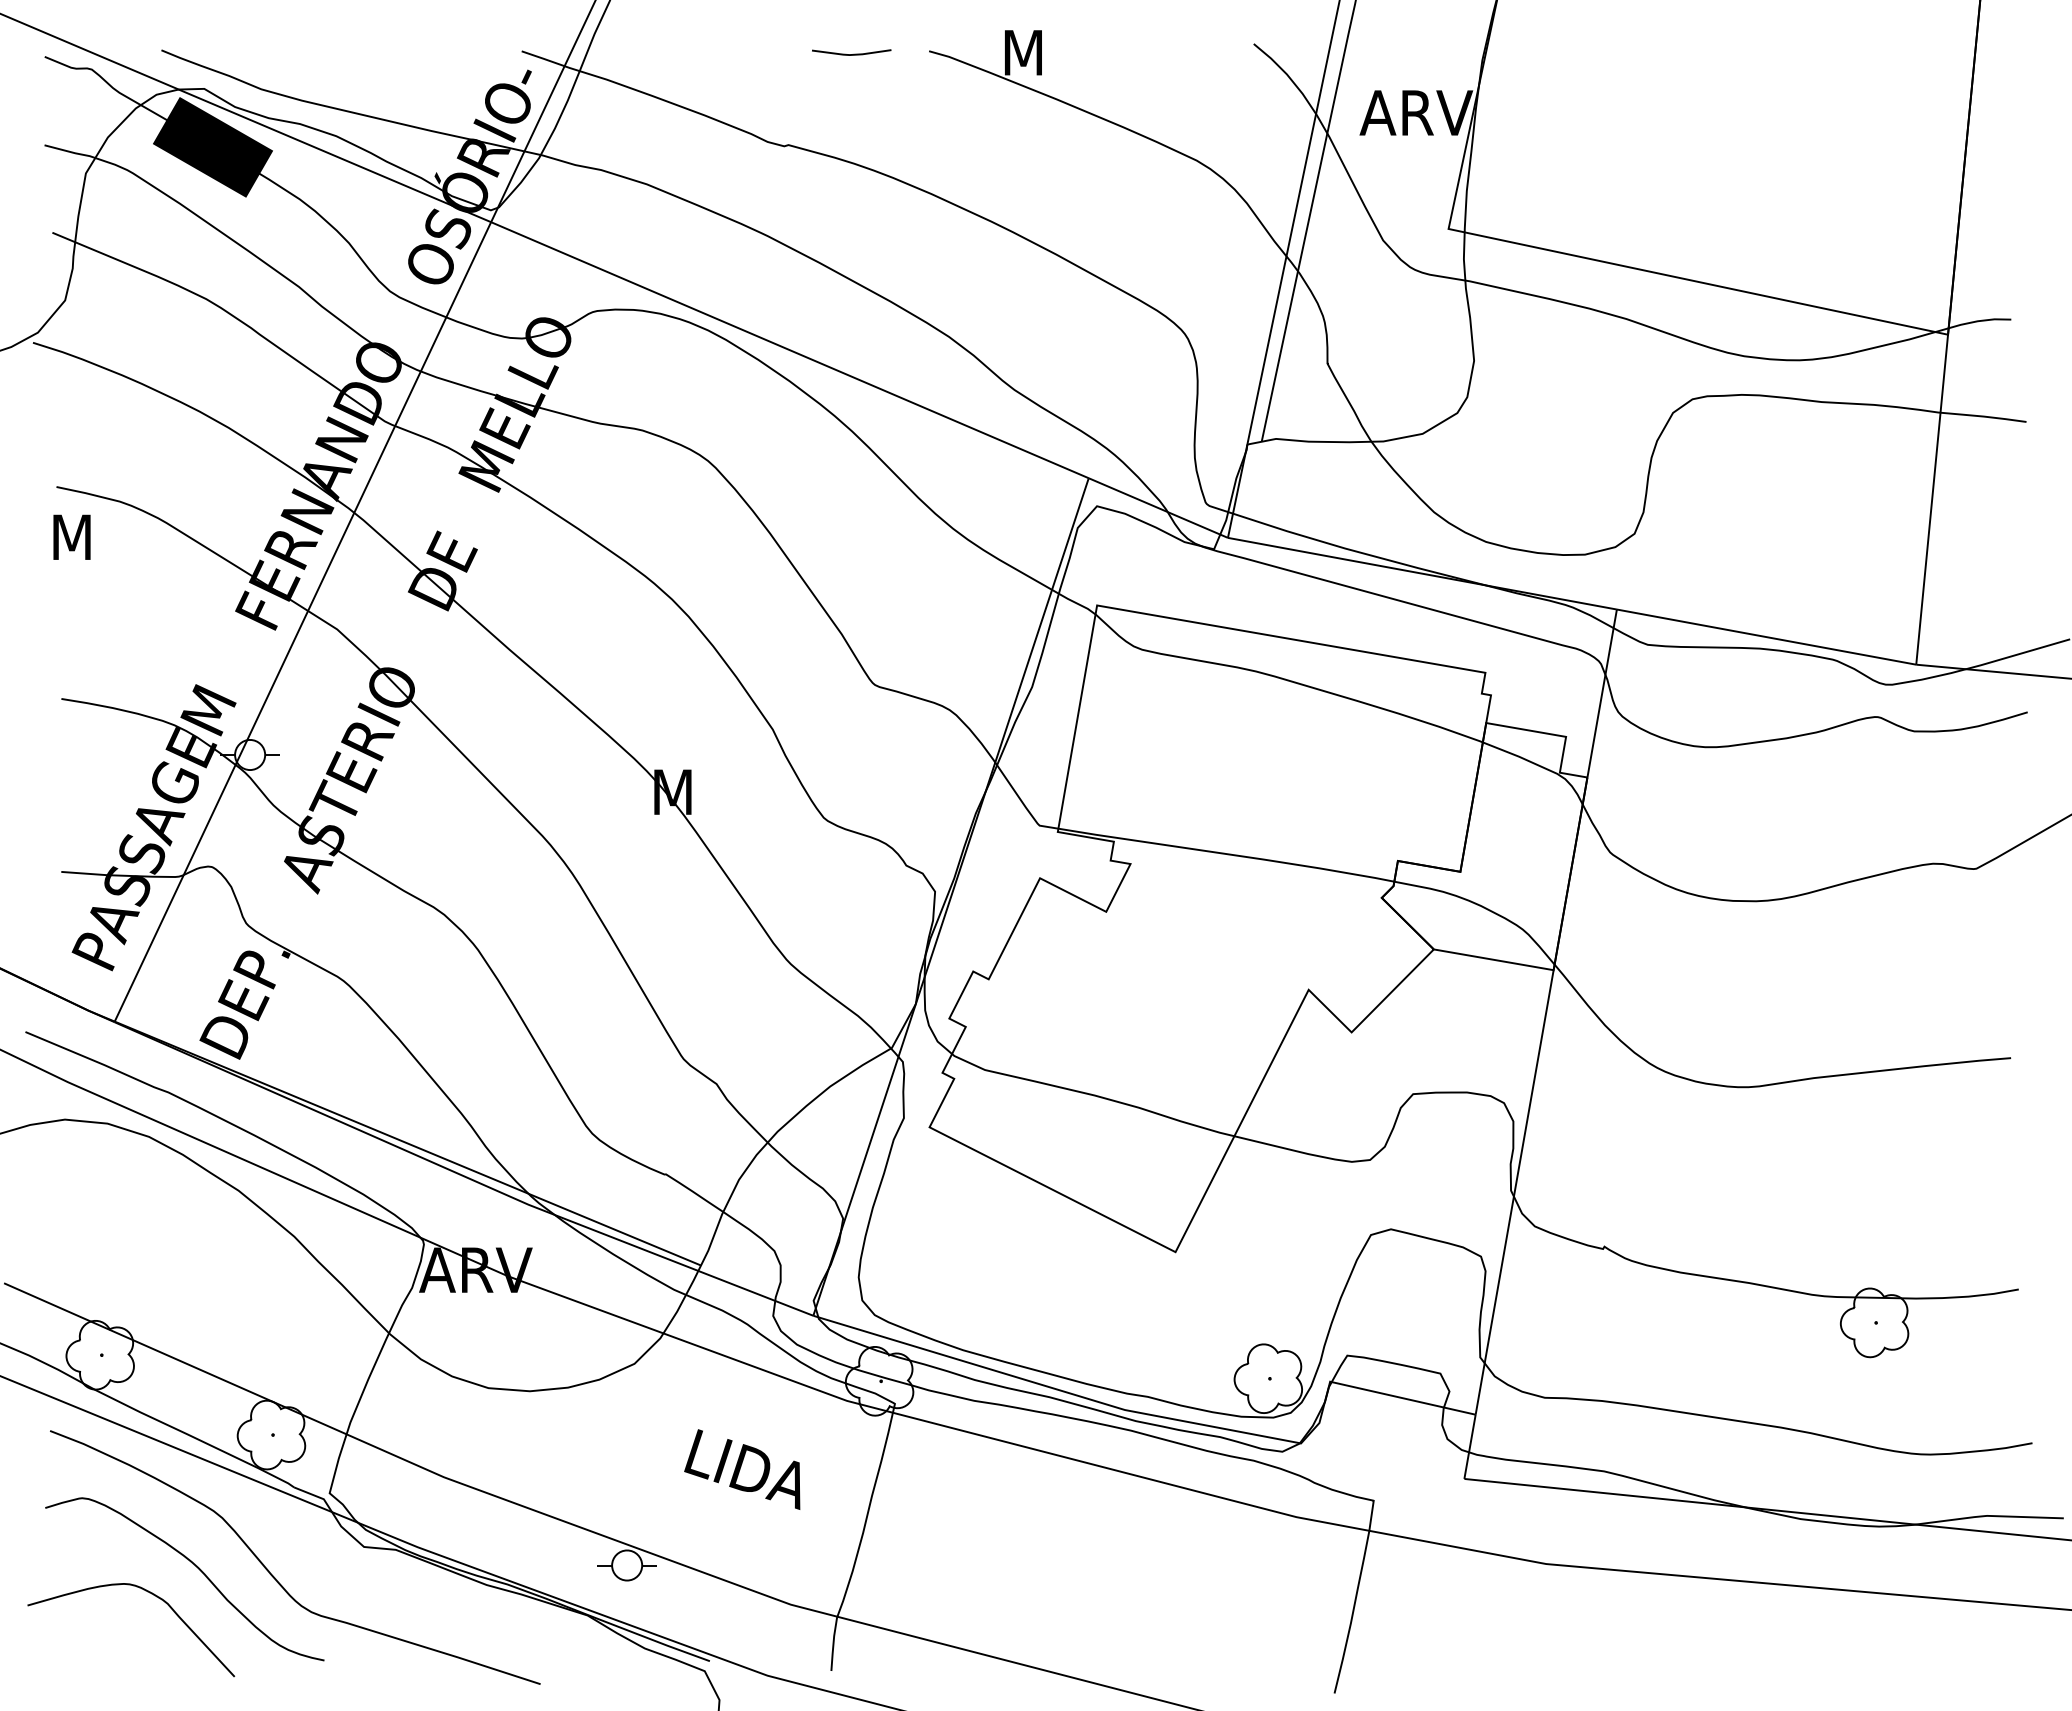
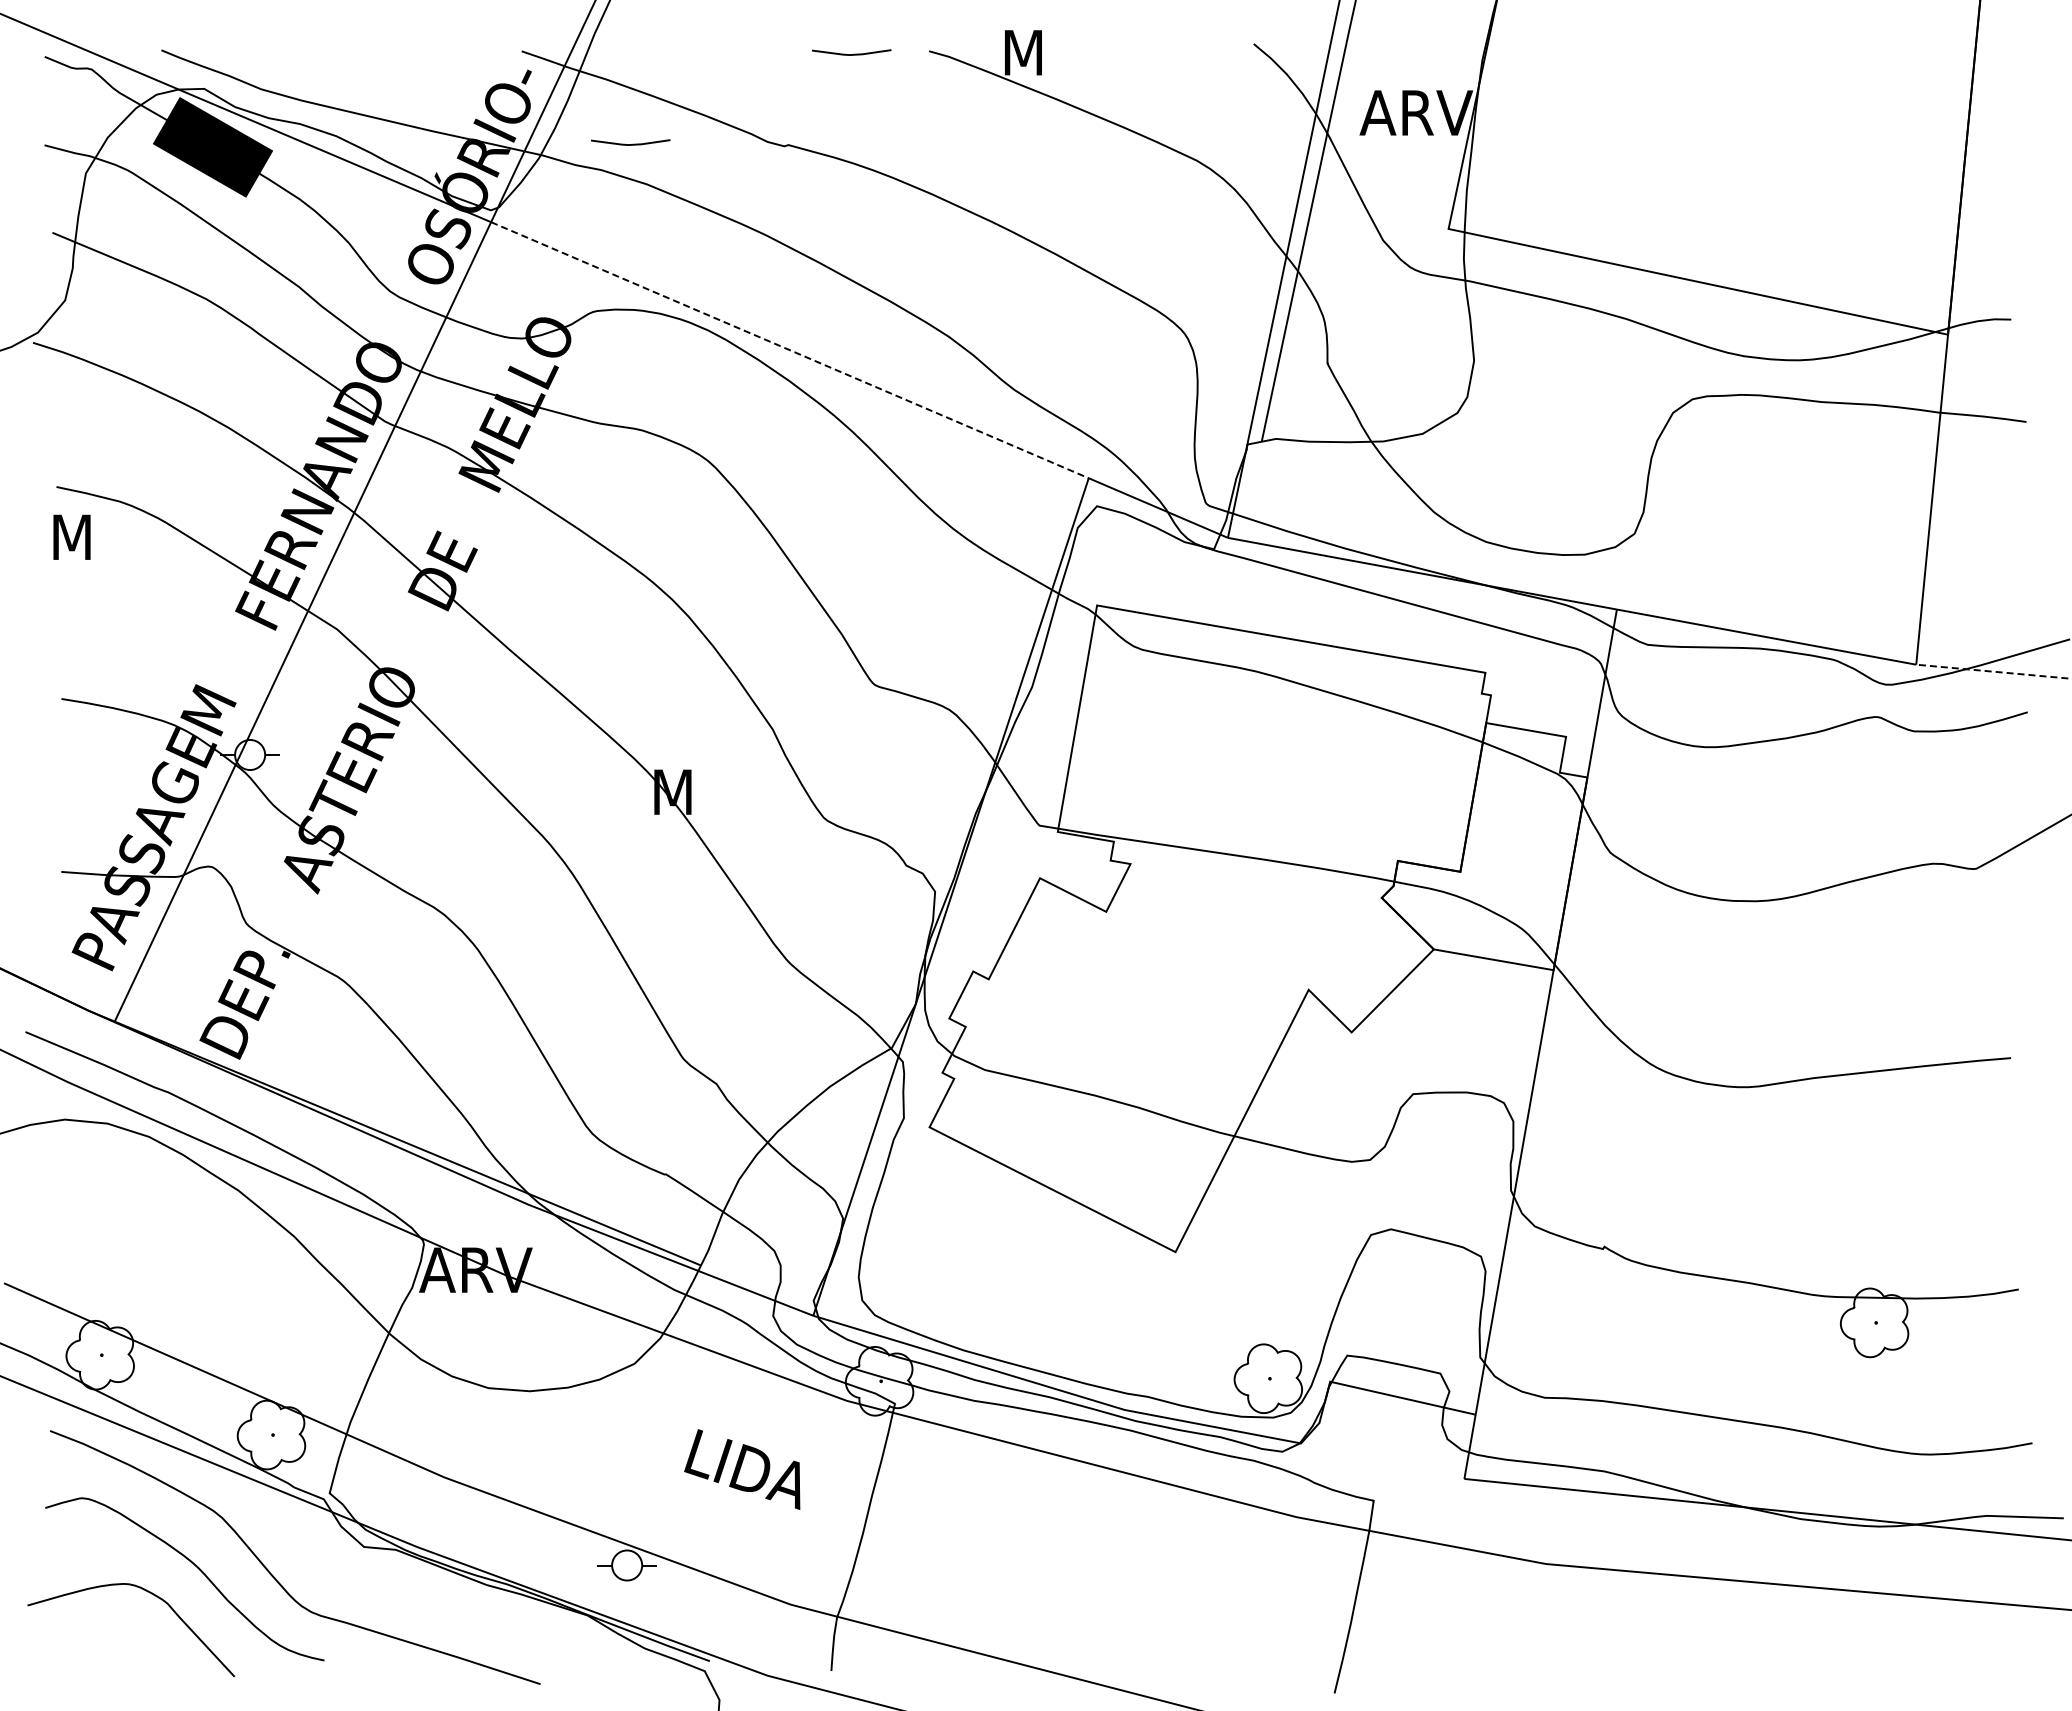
line at (630, 144): none -> present
line at (790, 350): solid -> dashed
line at (1993, 671): solid -> dashed
